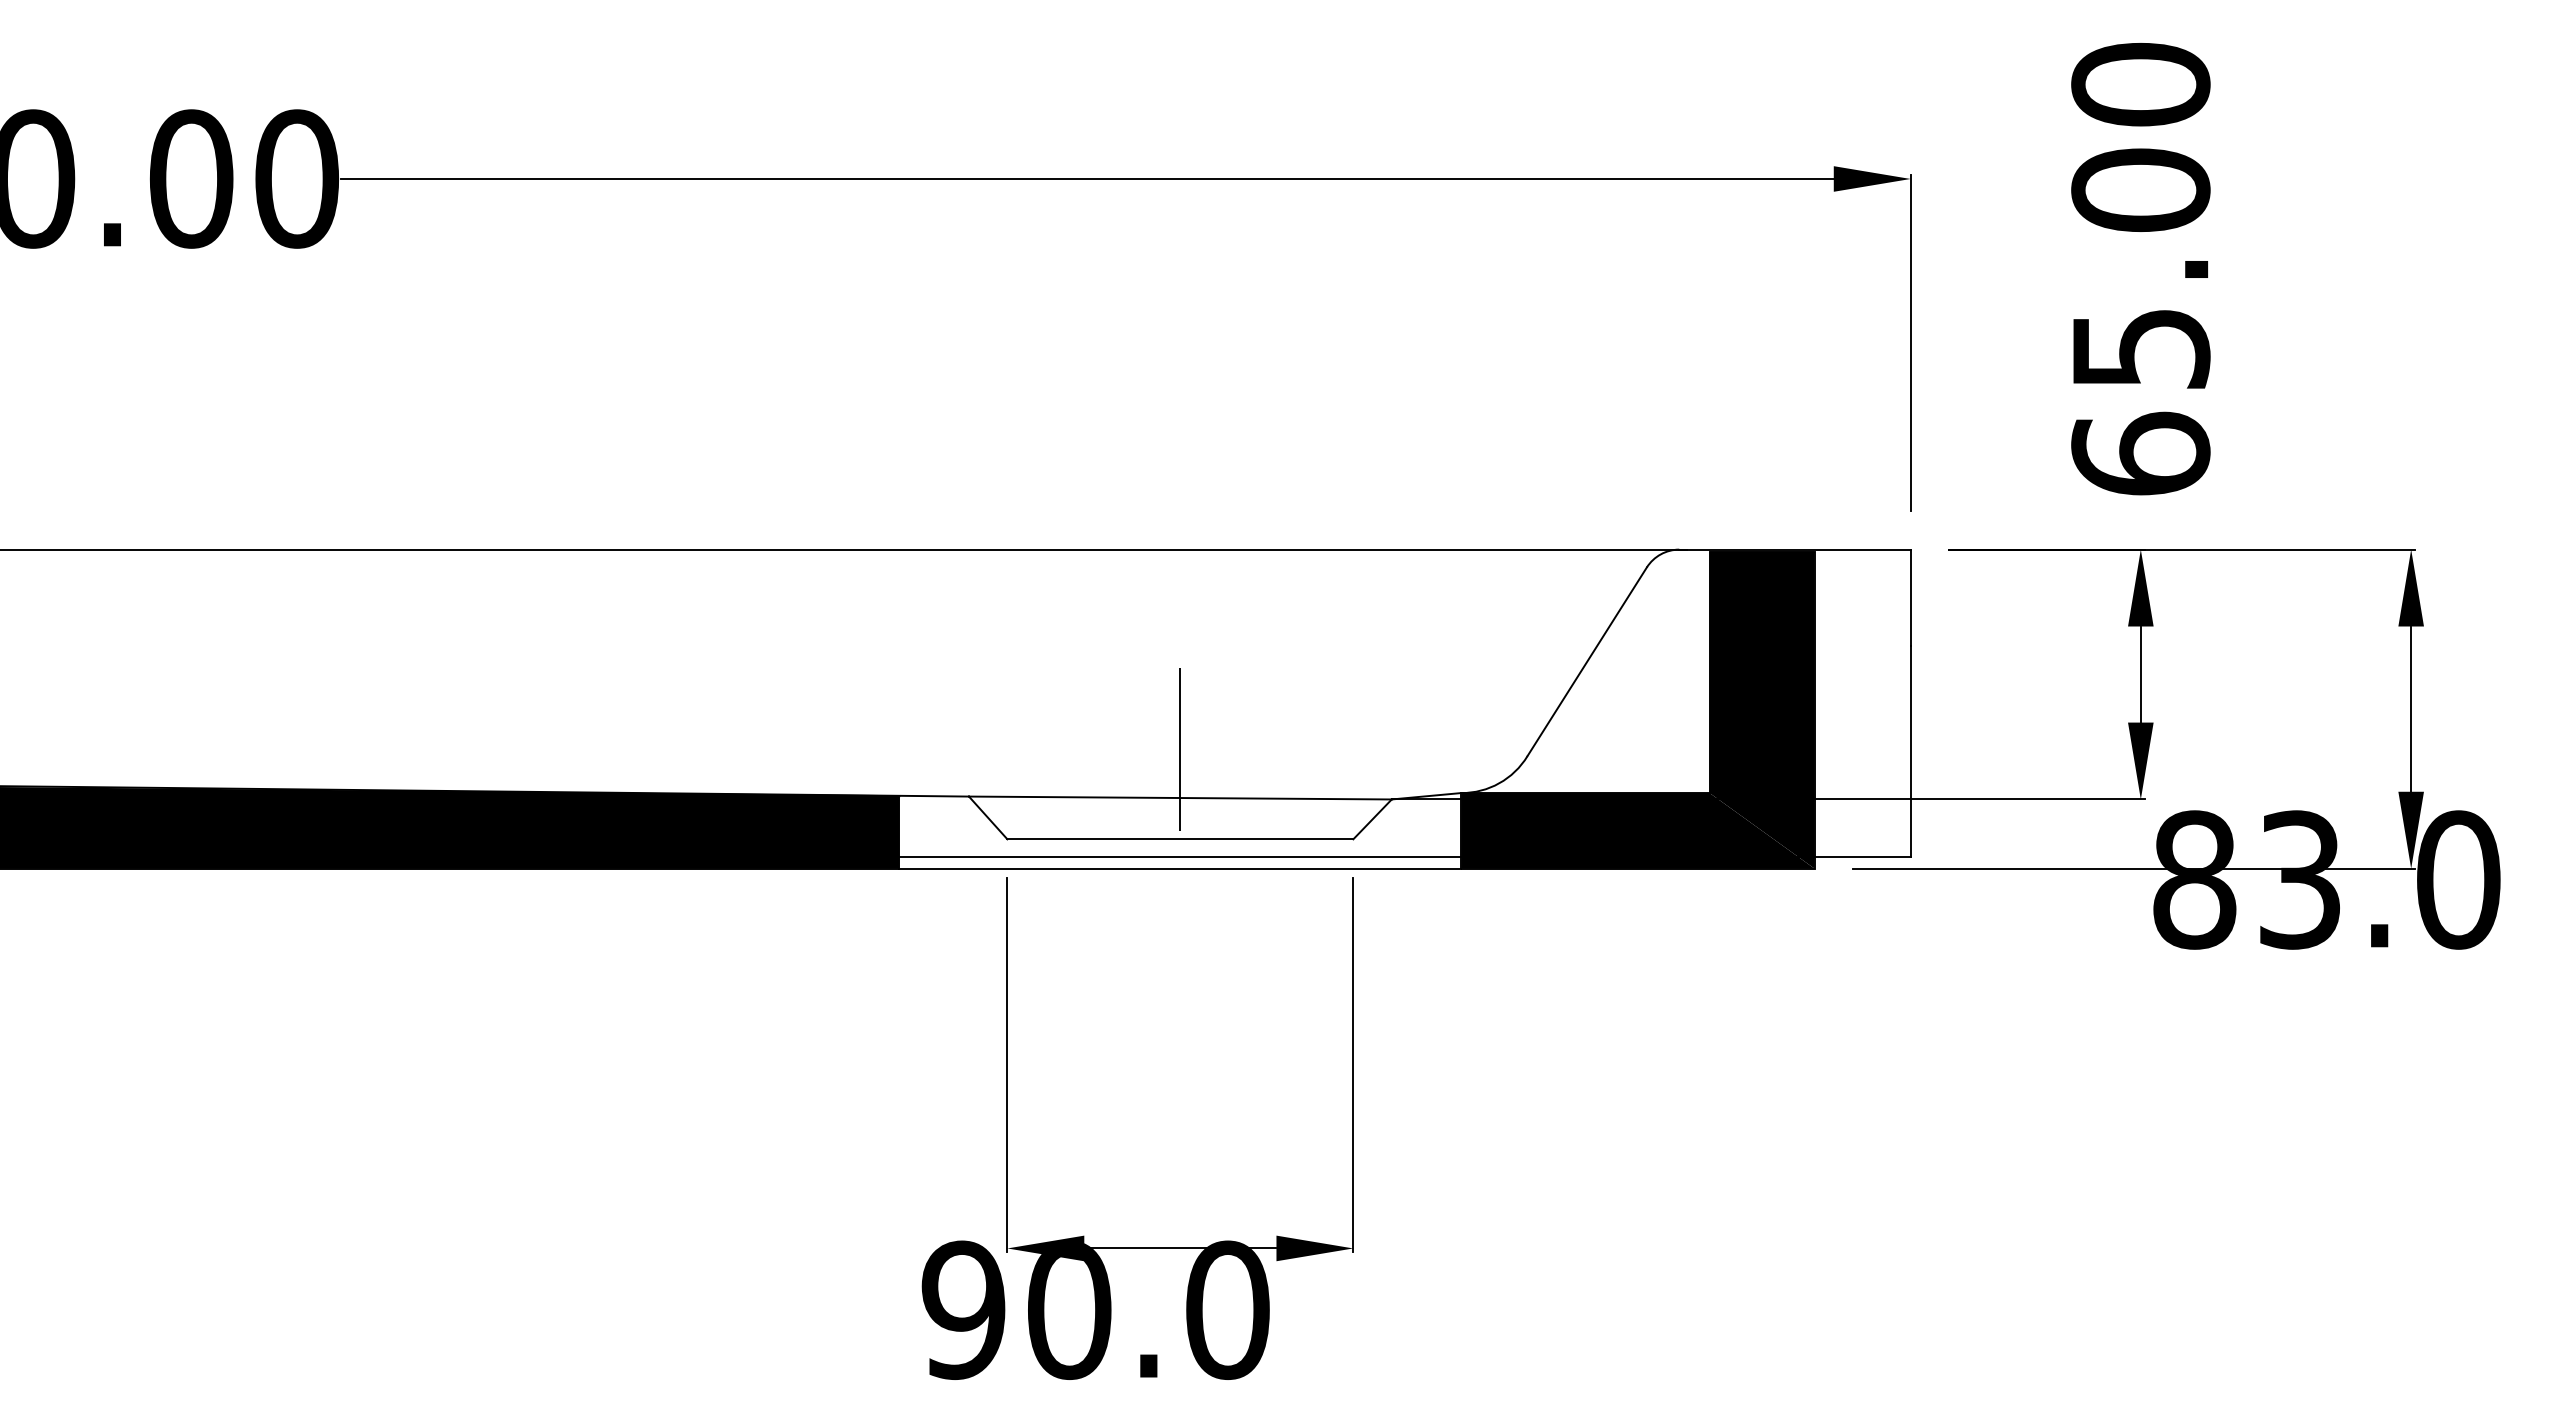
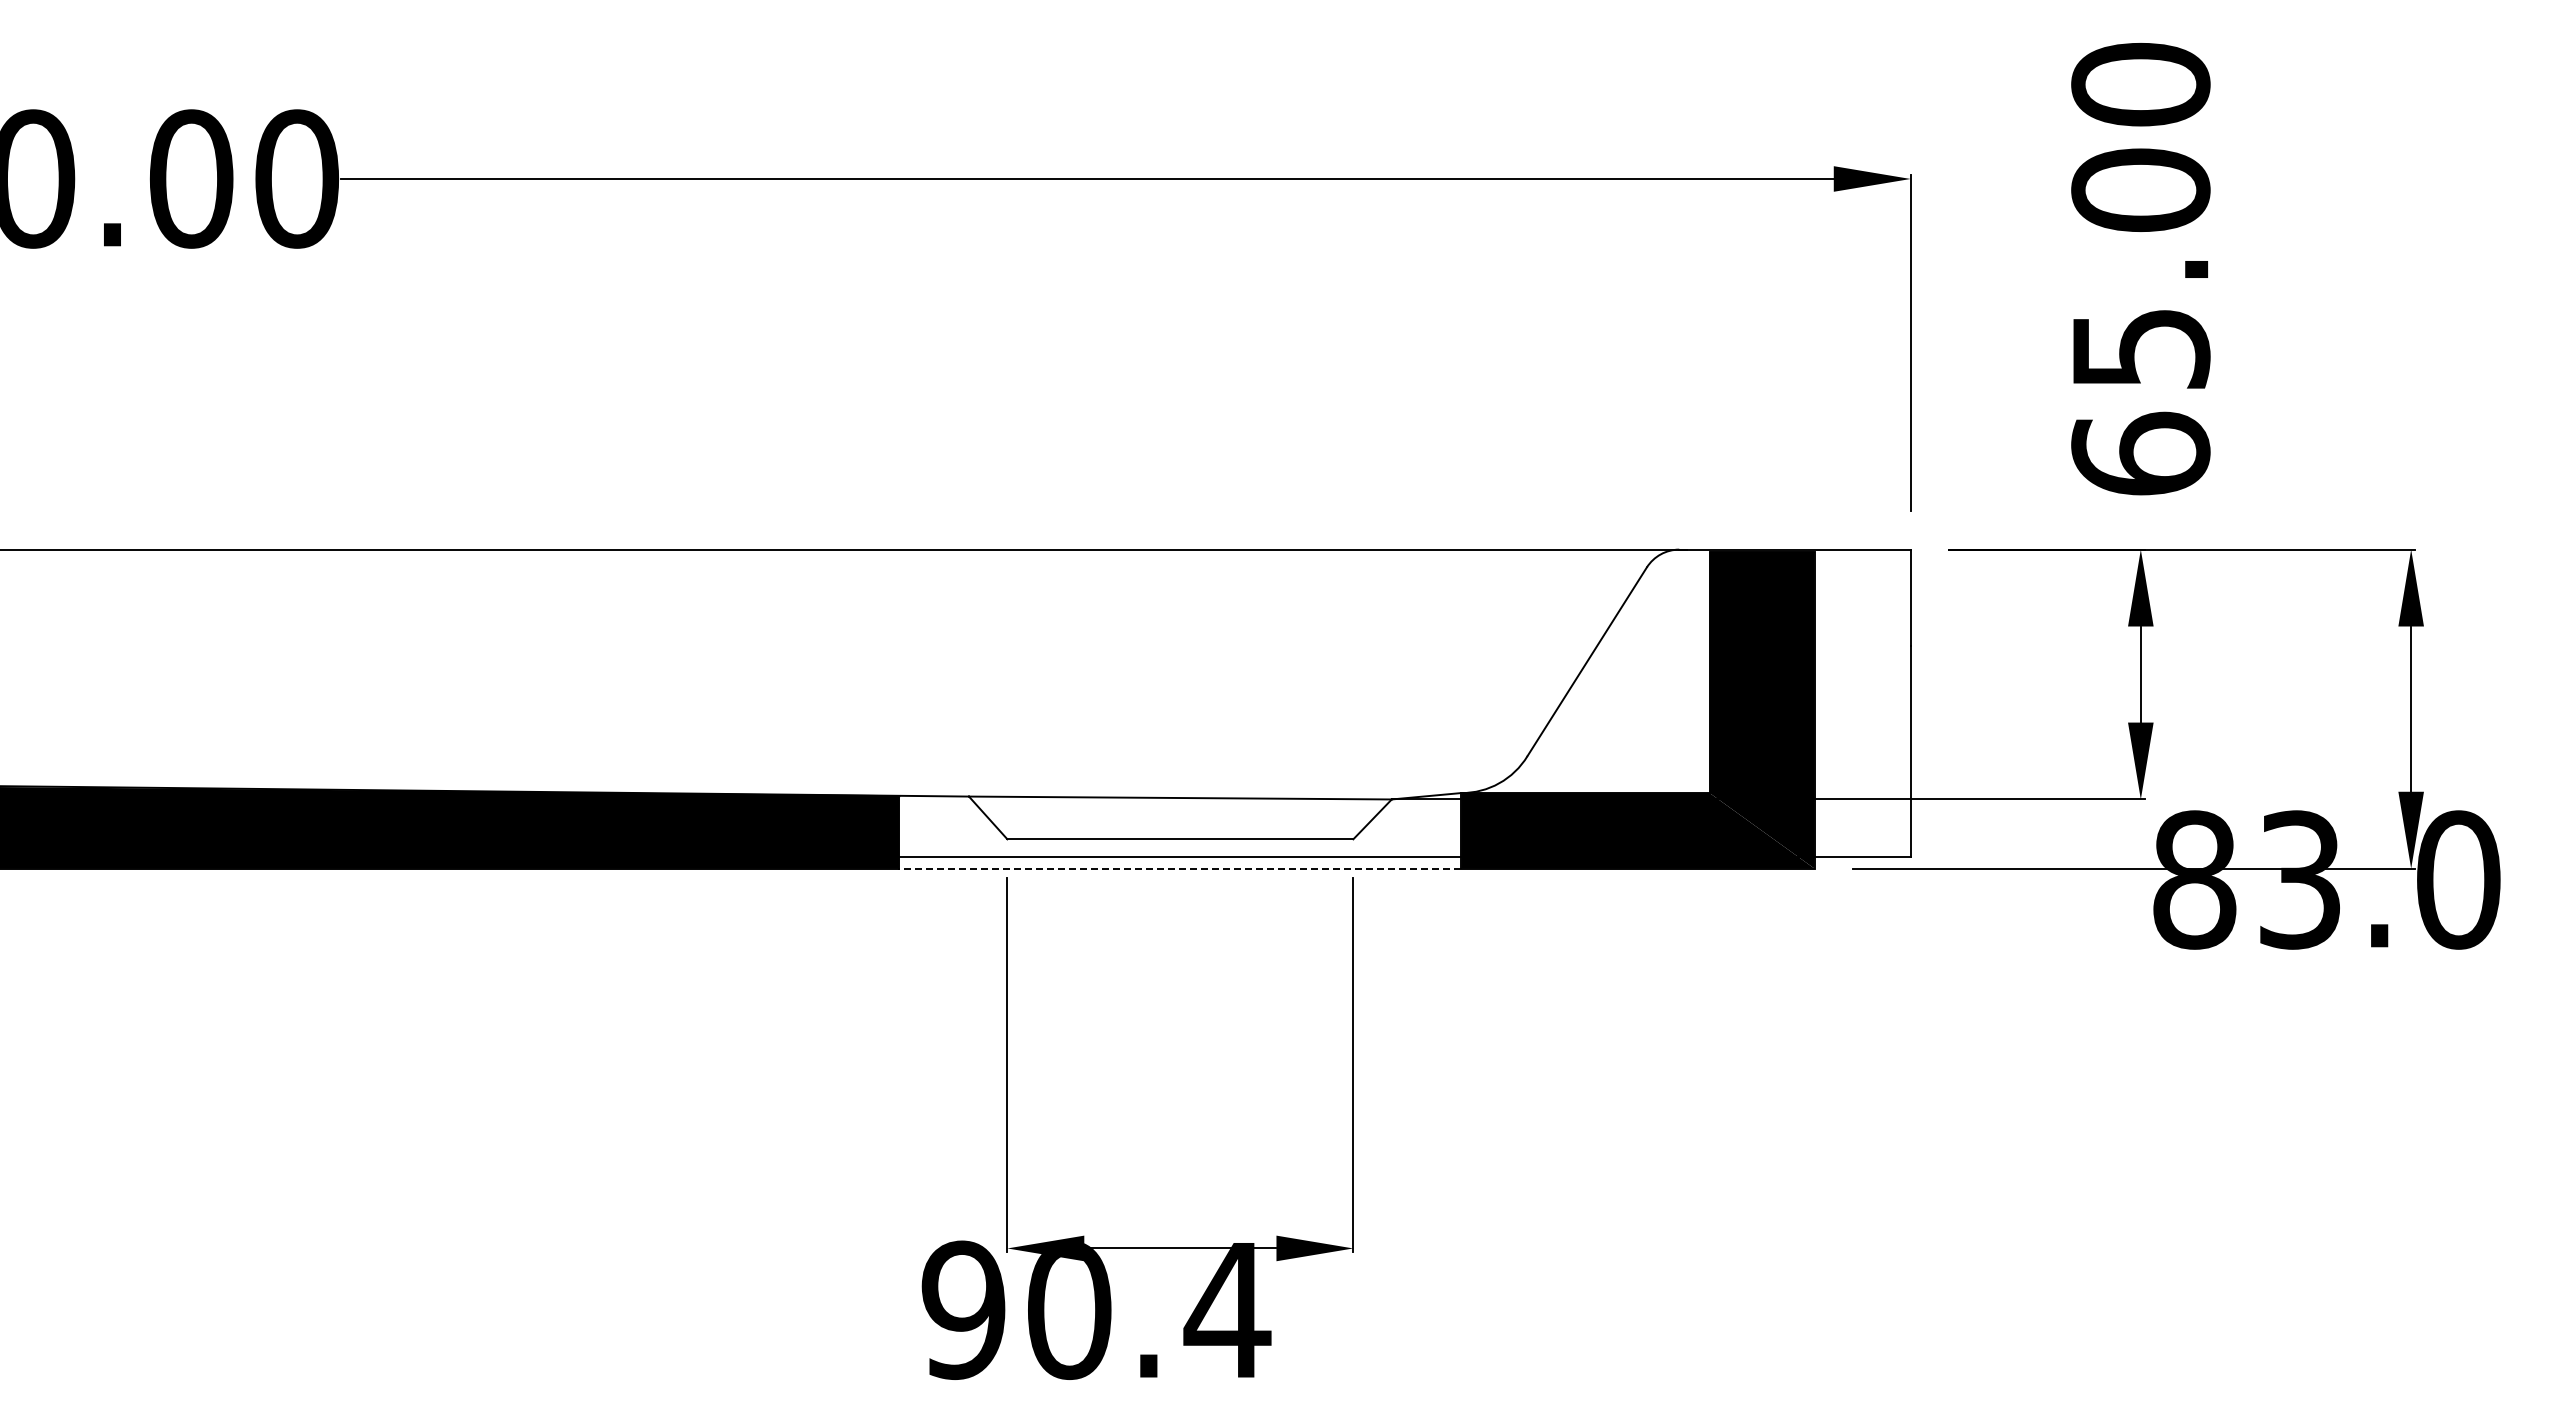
line at (1180, 748): present -> none
line at (1180, 868): solid -> dashed
text at (1227, 1309): 90.0 -> 90.4
